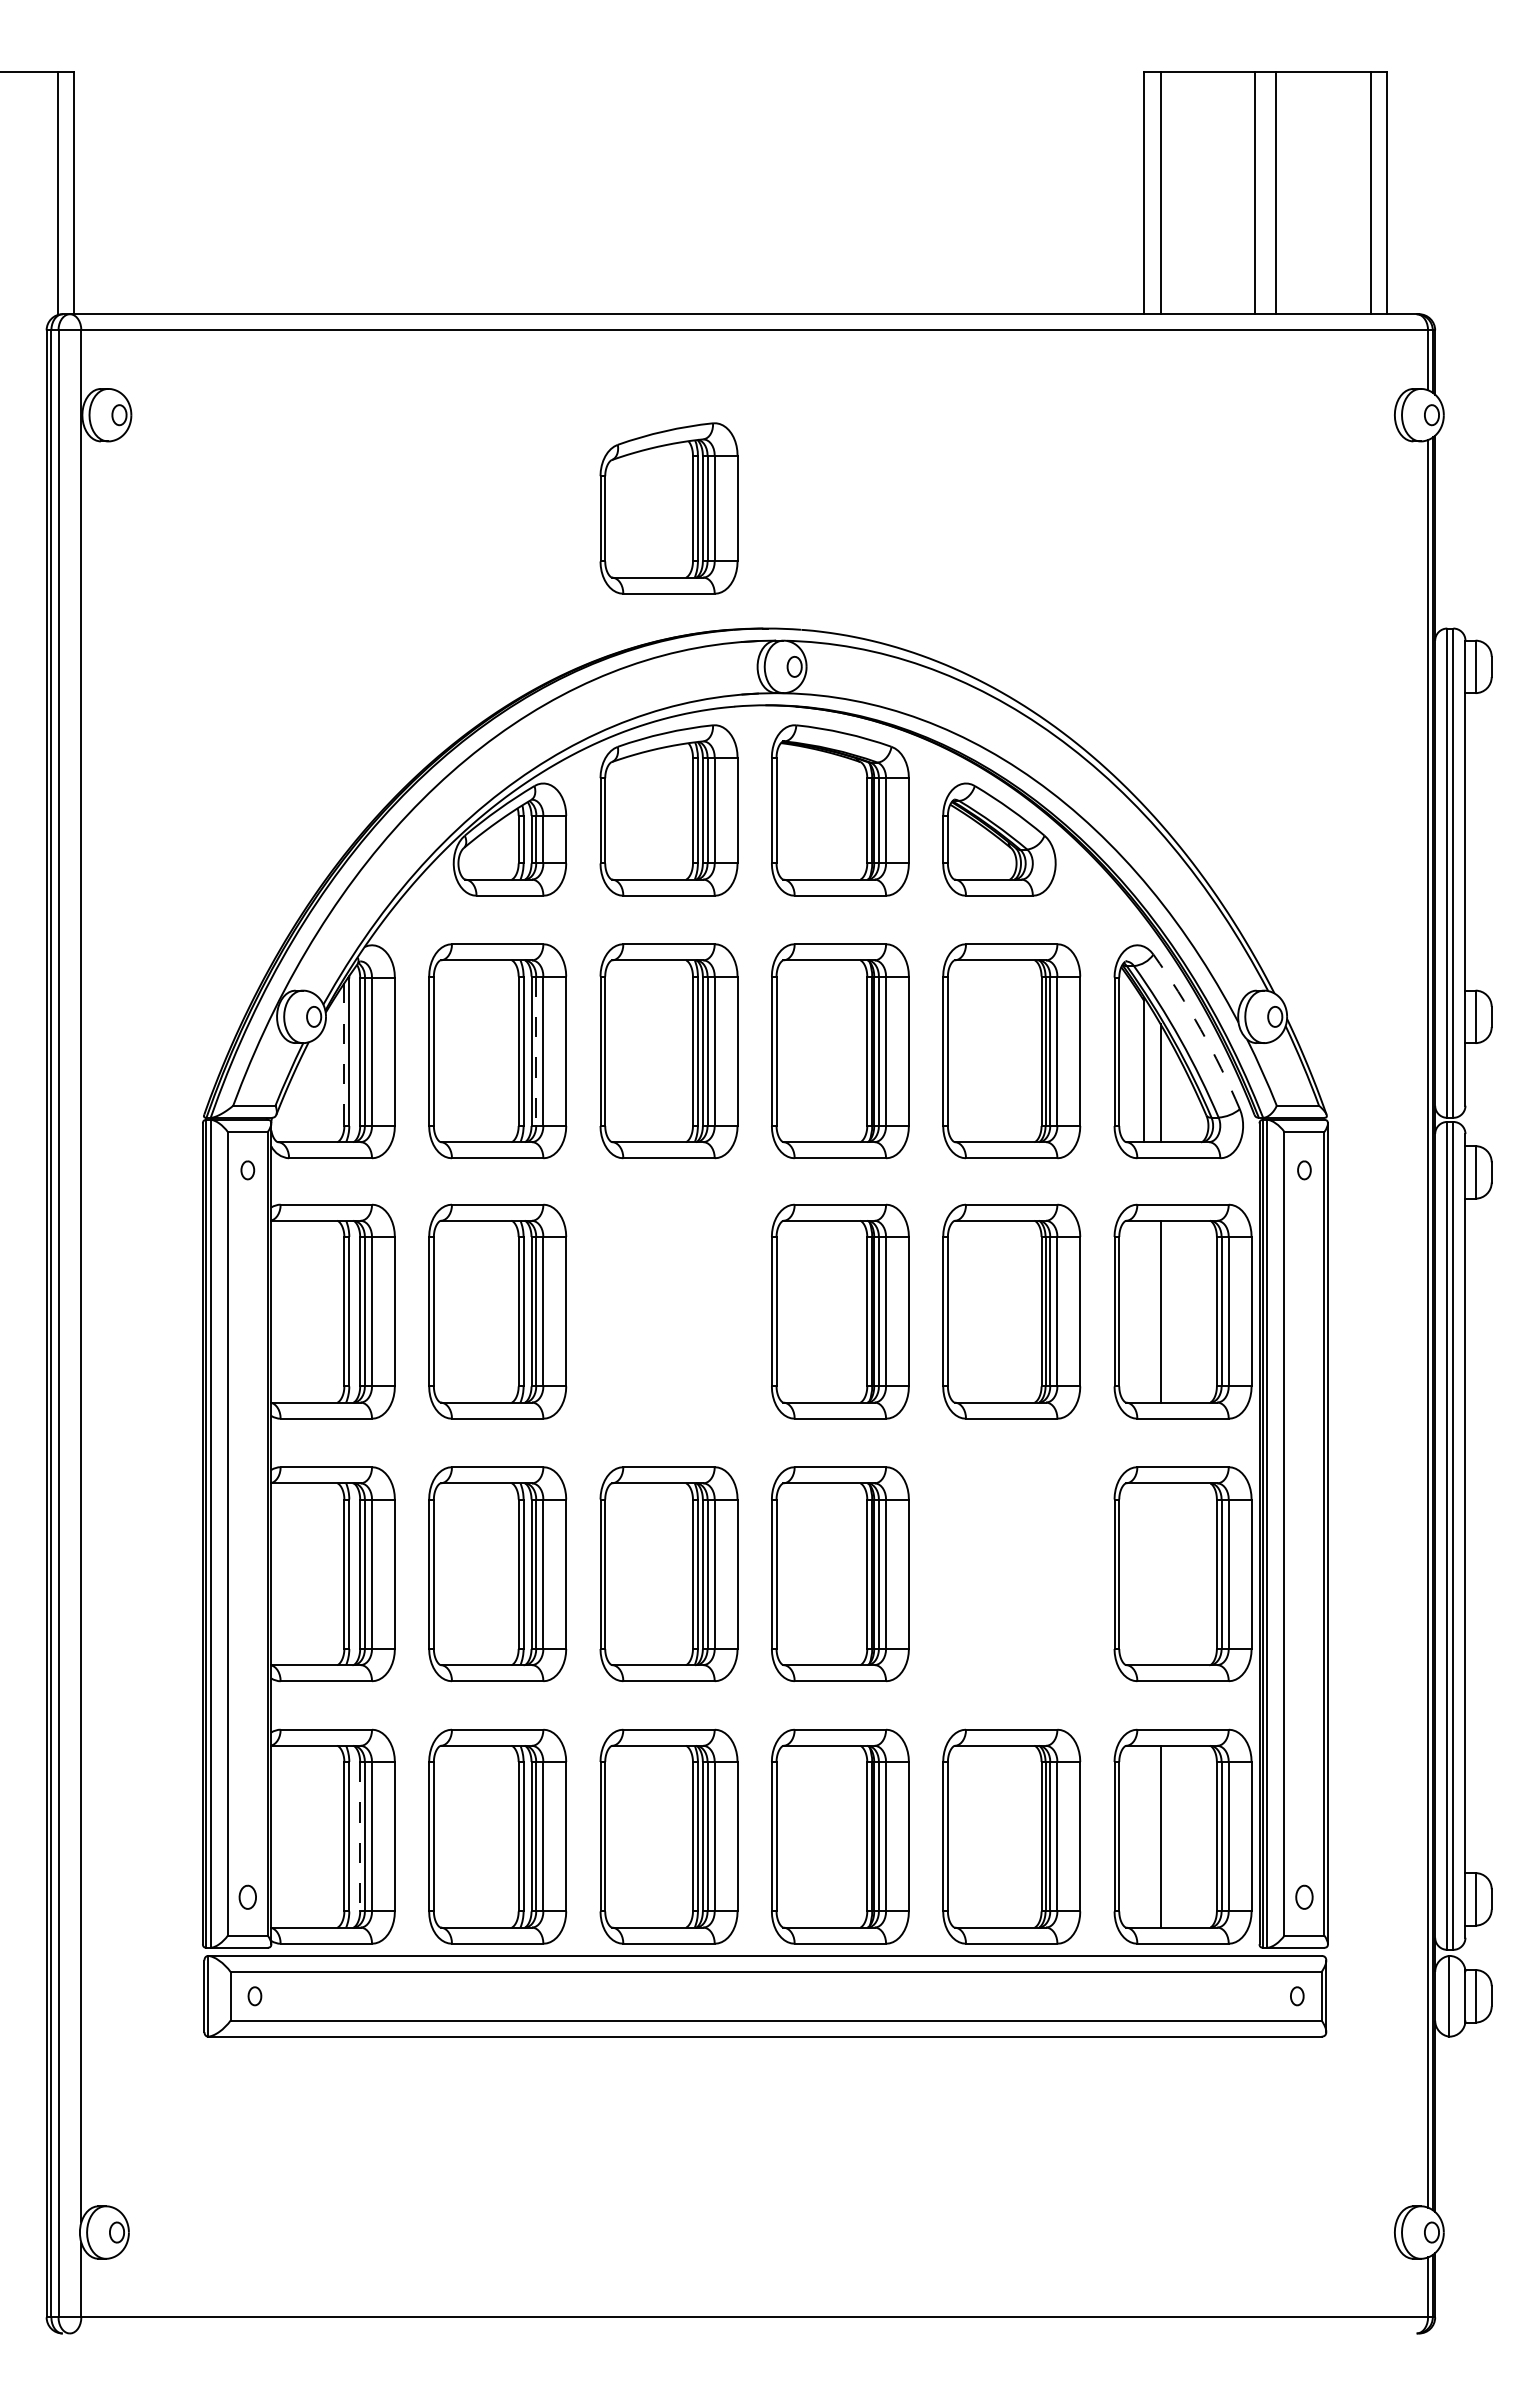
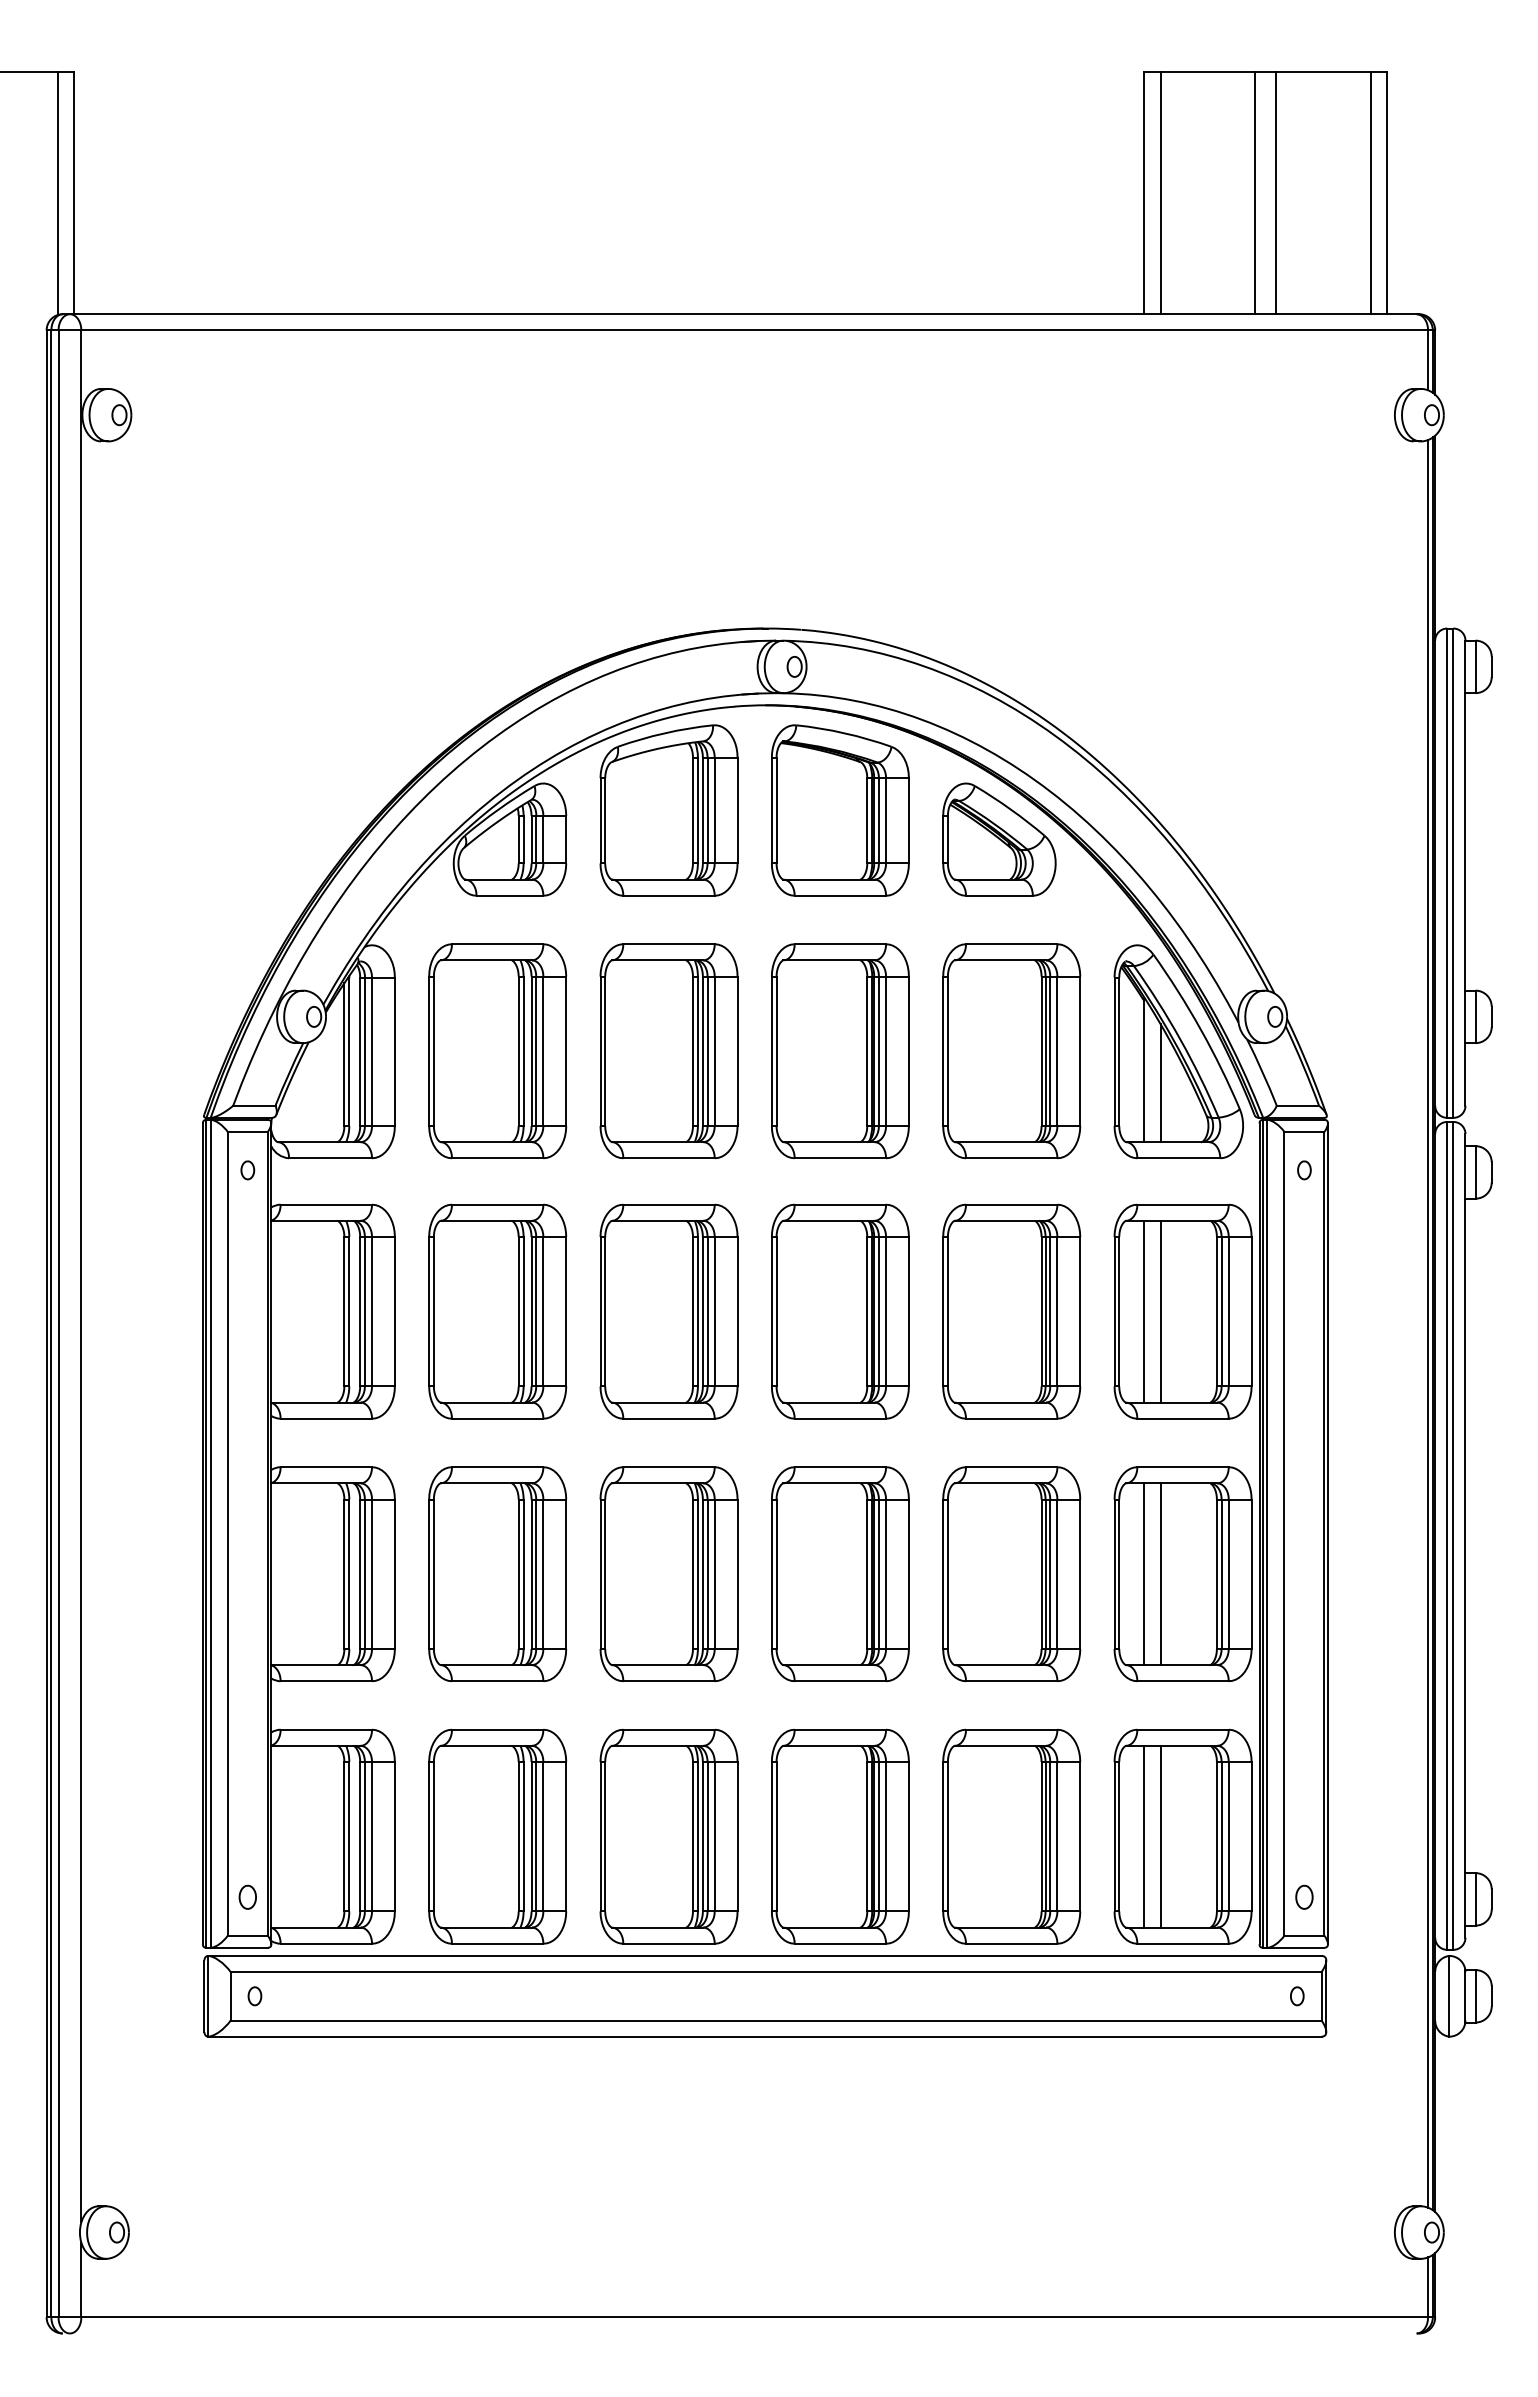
part at (668, 508): present -> none
arc at (1200, 1029): dashed -> solid
line at (536, 1051): dashed -> solid
line at (344, 1055): dashed -> solid
part at (668, 1311): none -> present
line at (1144, 1311): none -> present
part at (1011, 1574): none -> present
line at (1144, 1574): none -> present
line at (1160, 1574): none -> present
line at (360, 1836): dashed -> solid
line at (1144, 1836): none -> present
